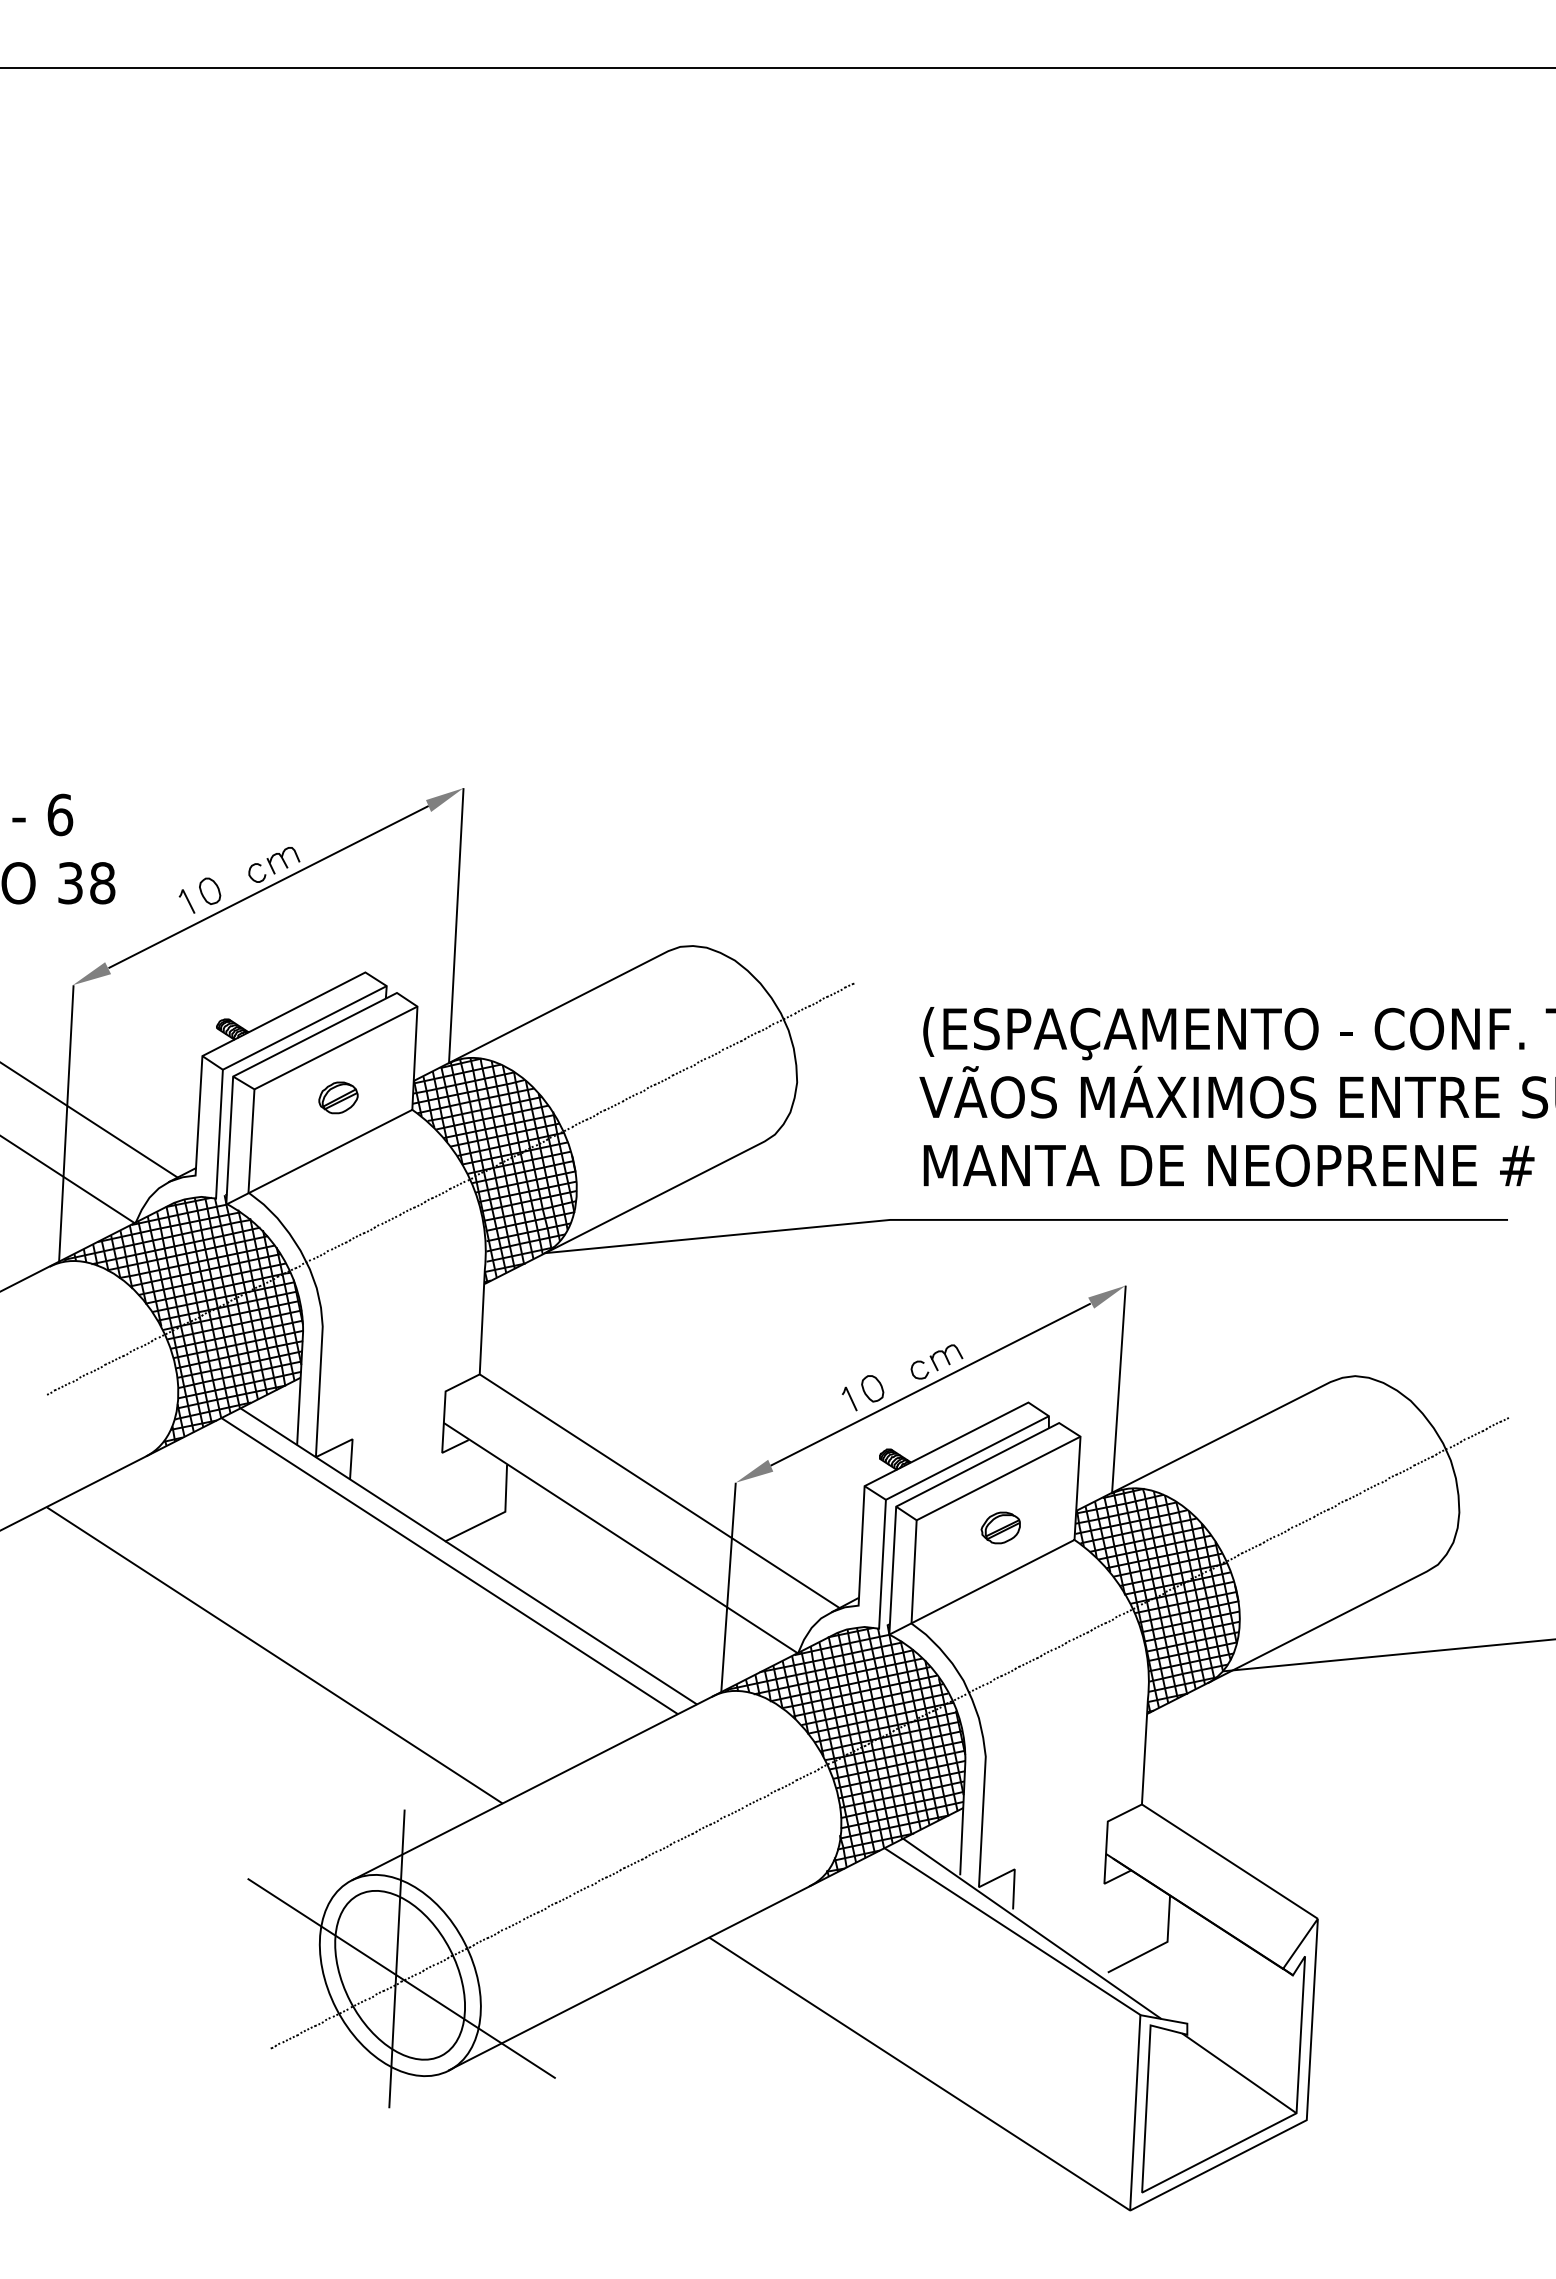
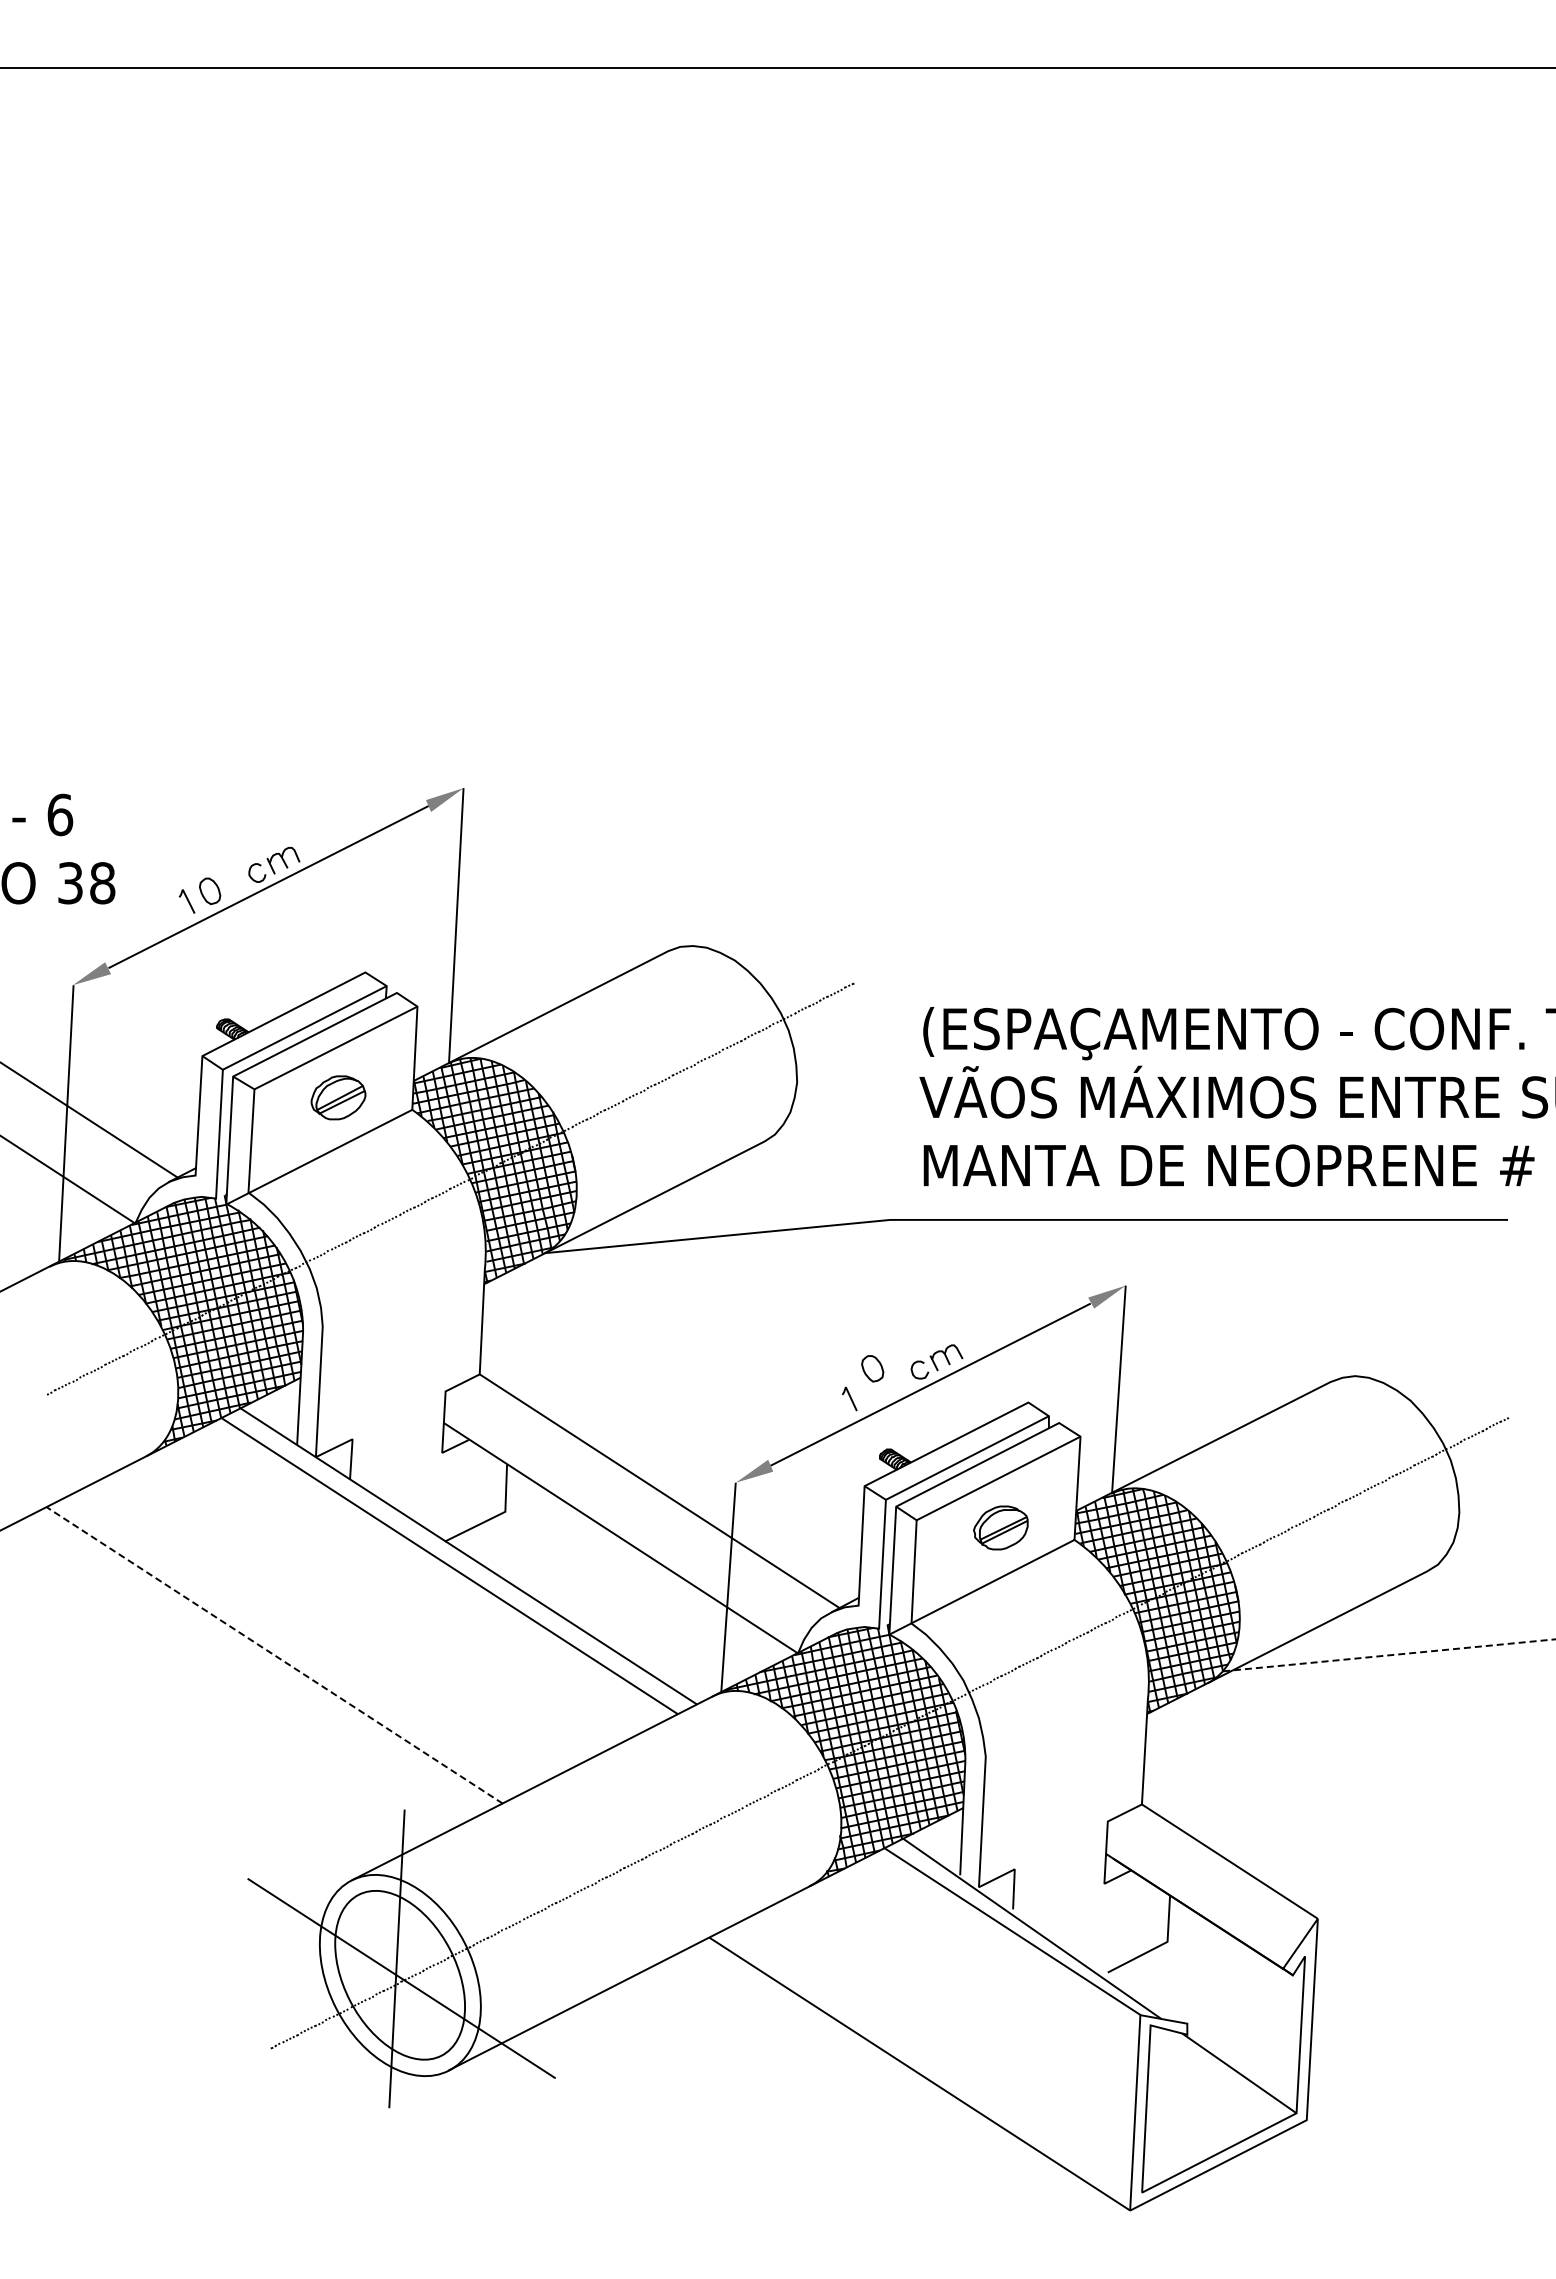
part at (338, 1097) size: 41x34 px -> 57x46 px
part at (872, 1388) position: (872, 1388) -> (872, 1368)
part at (1000, 1527) size: 41x34 px -> 56x46 px
line at (274, 1655): solid -> dashed
line at (1389, 1655): solid -> dashed
